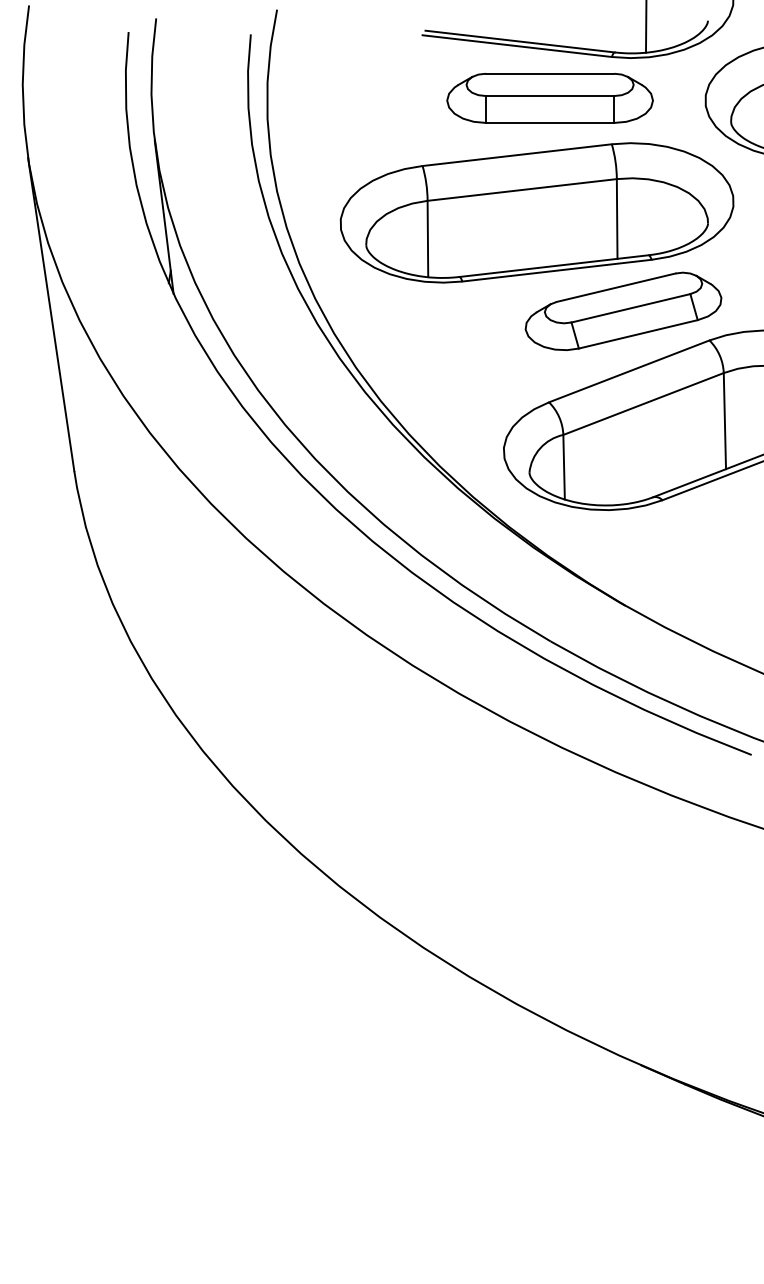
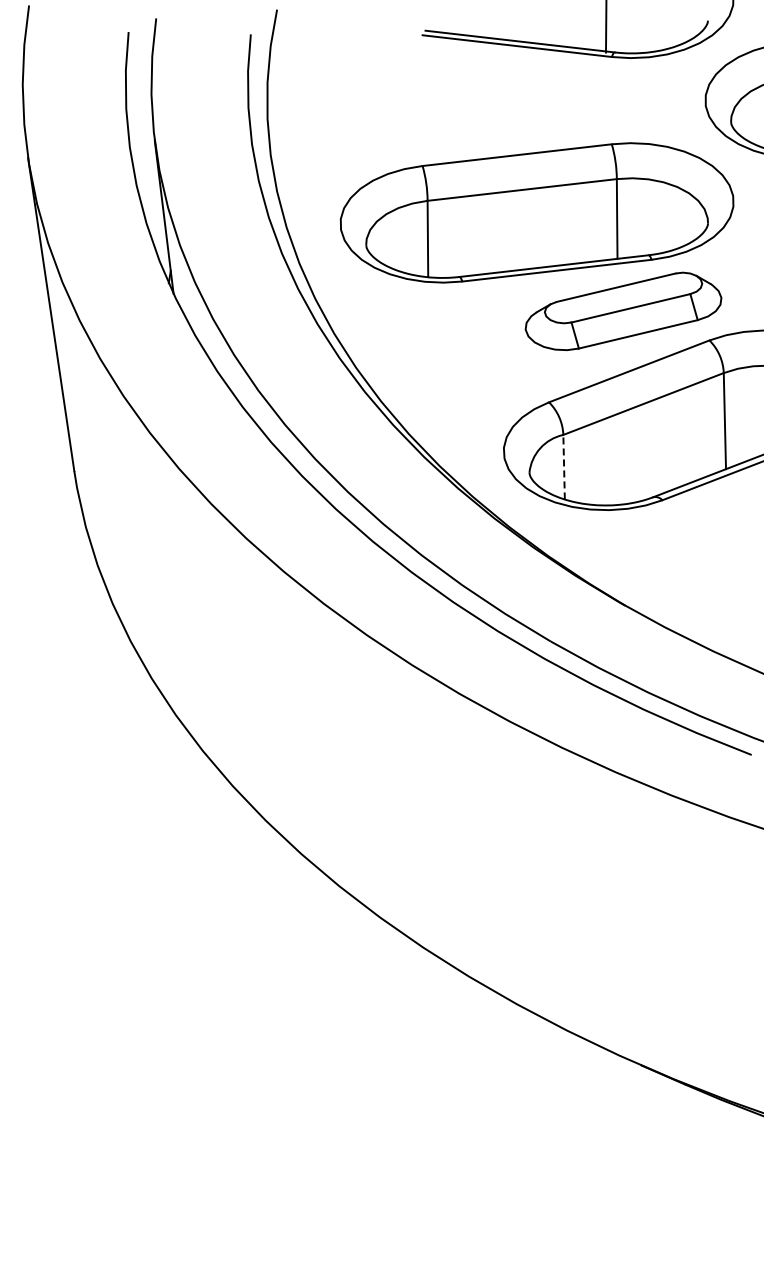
line at (645, 27) position: (645, 27) -> (605, 27)
part at (549, 98): present -> none
line at (564, 466): solid -> dashed
